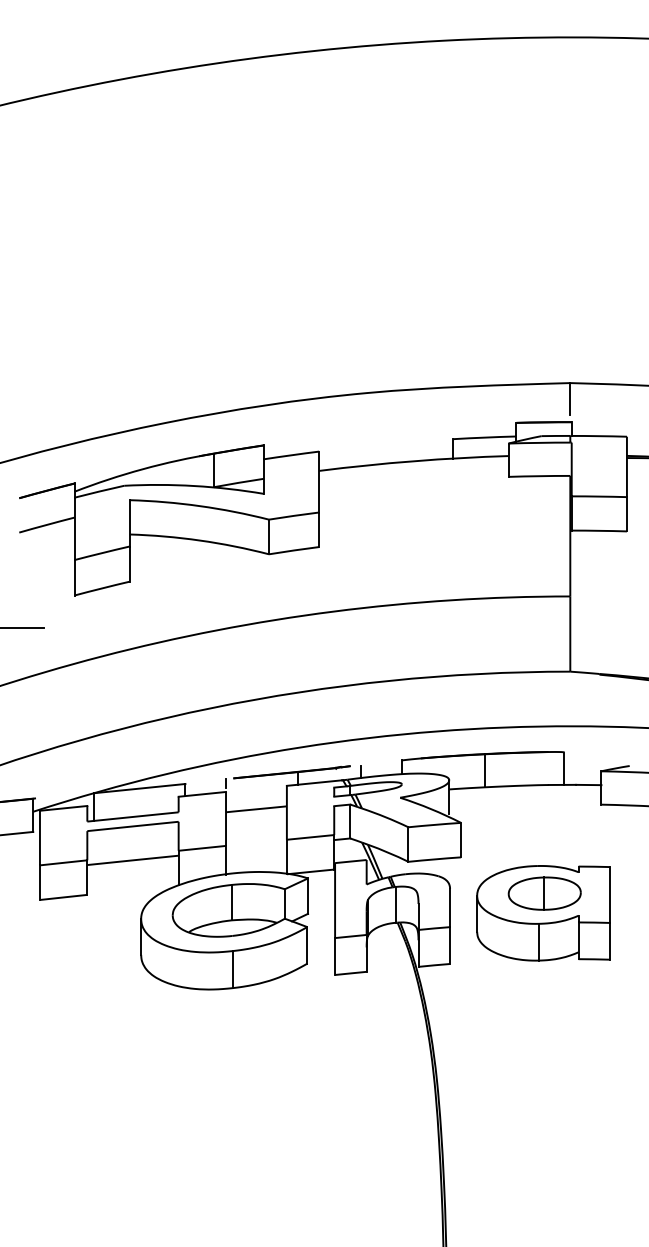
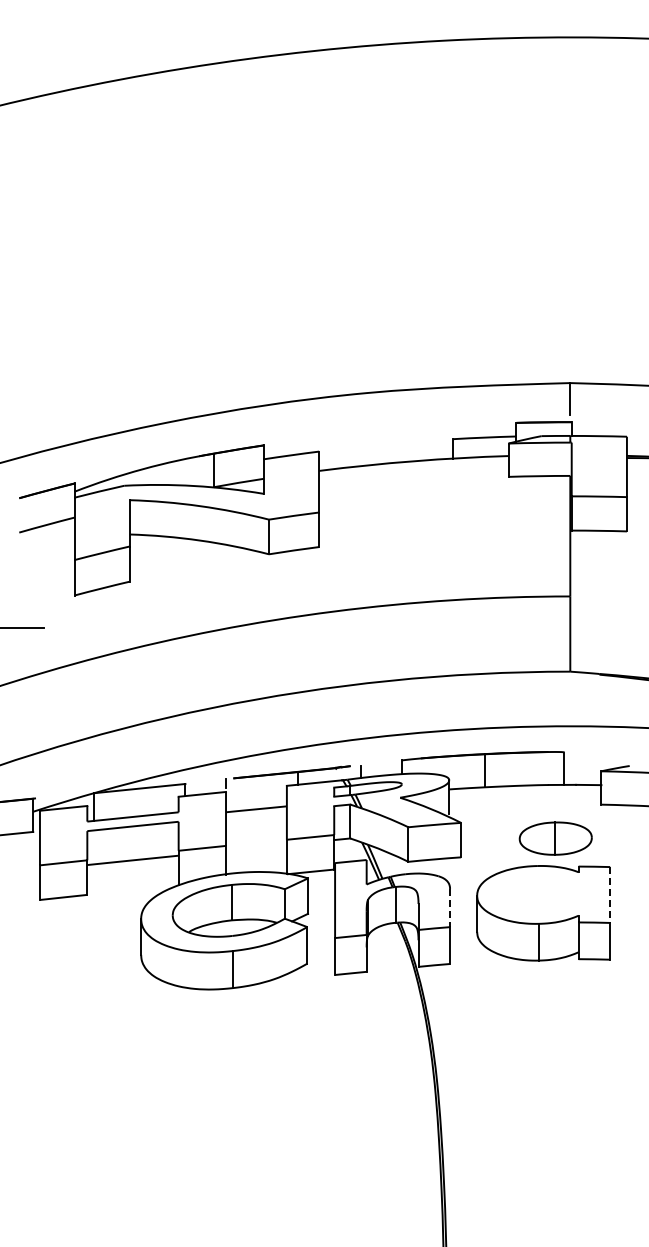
part at (544, 893) position: (544, 893) -> (555, 838)
line at (610, 895): solid -> dashed
line at (450, 908): solid -> dashed
